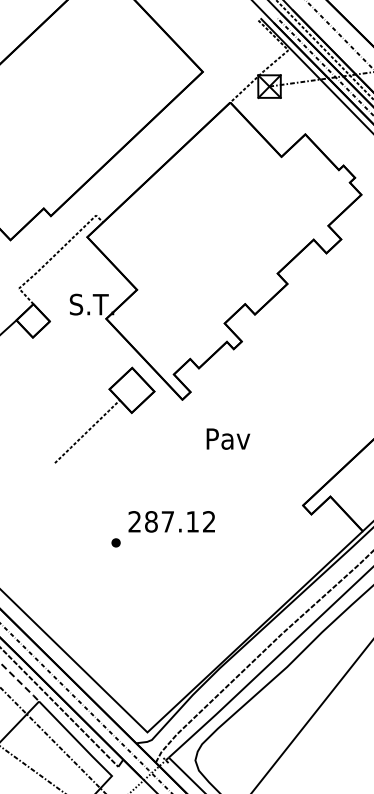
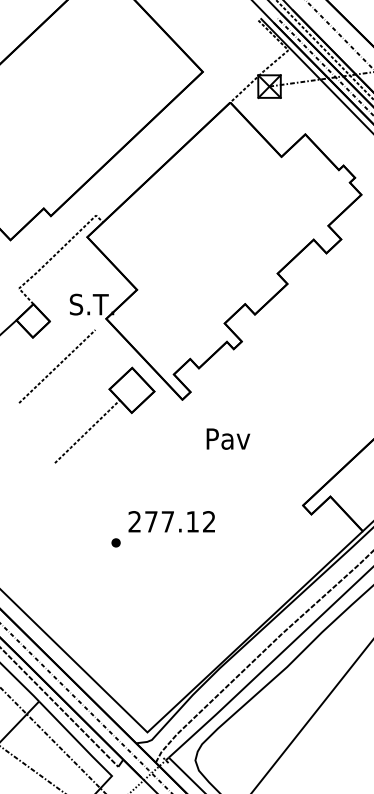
curve at (56, 366): none -> present
text at (151, 521): 287.12 -> 277.12
line at (20, 682): dashed -> solid
